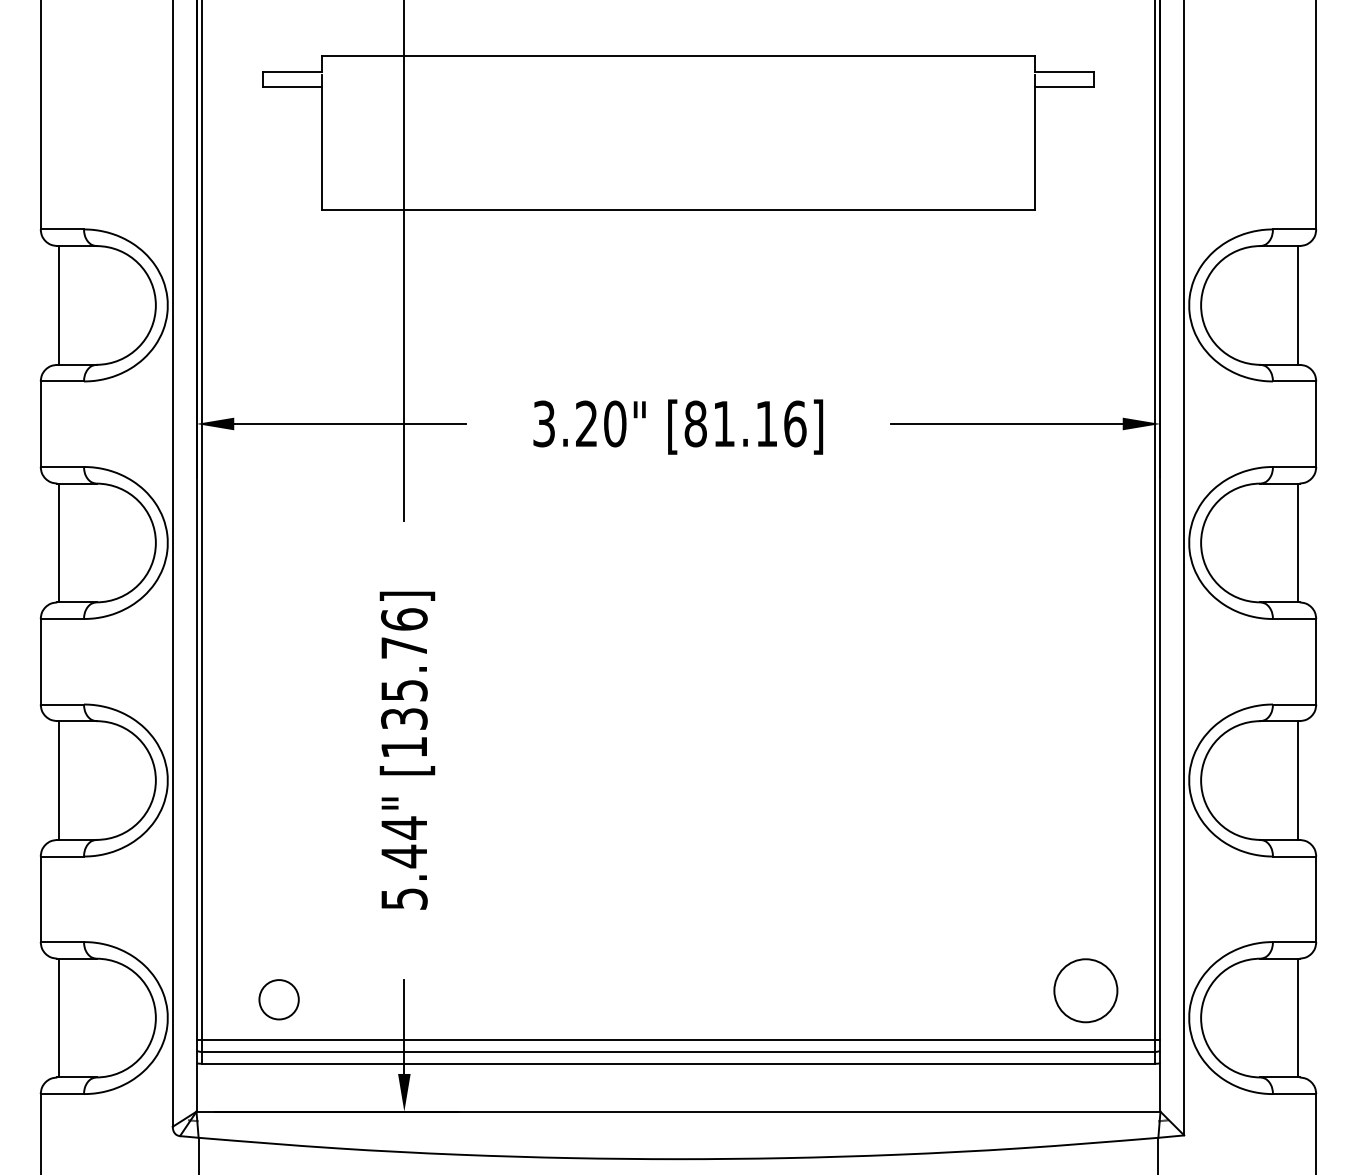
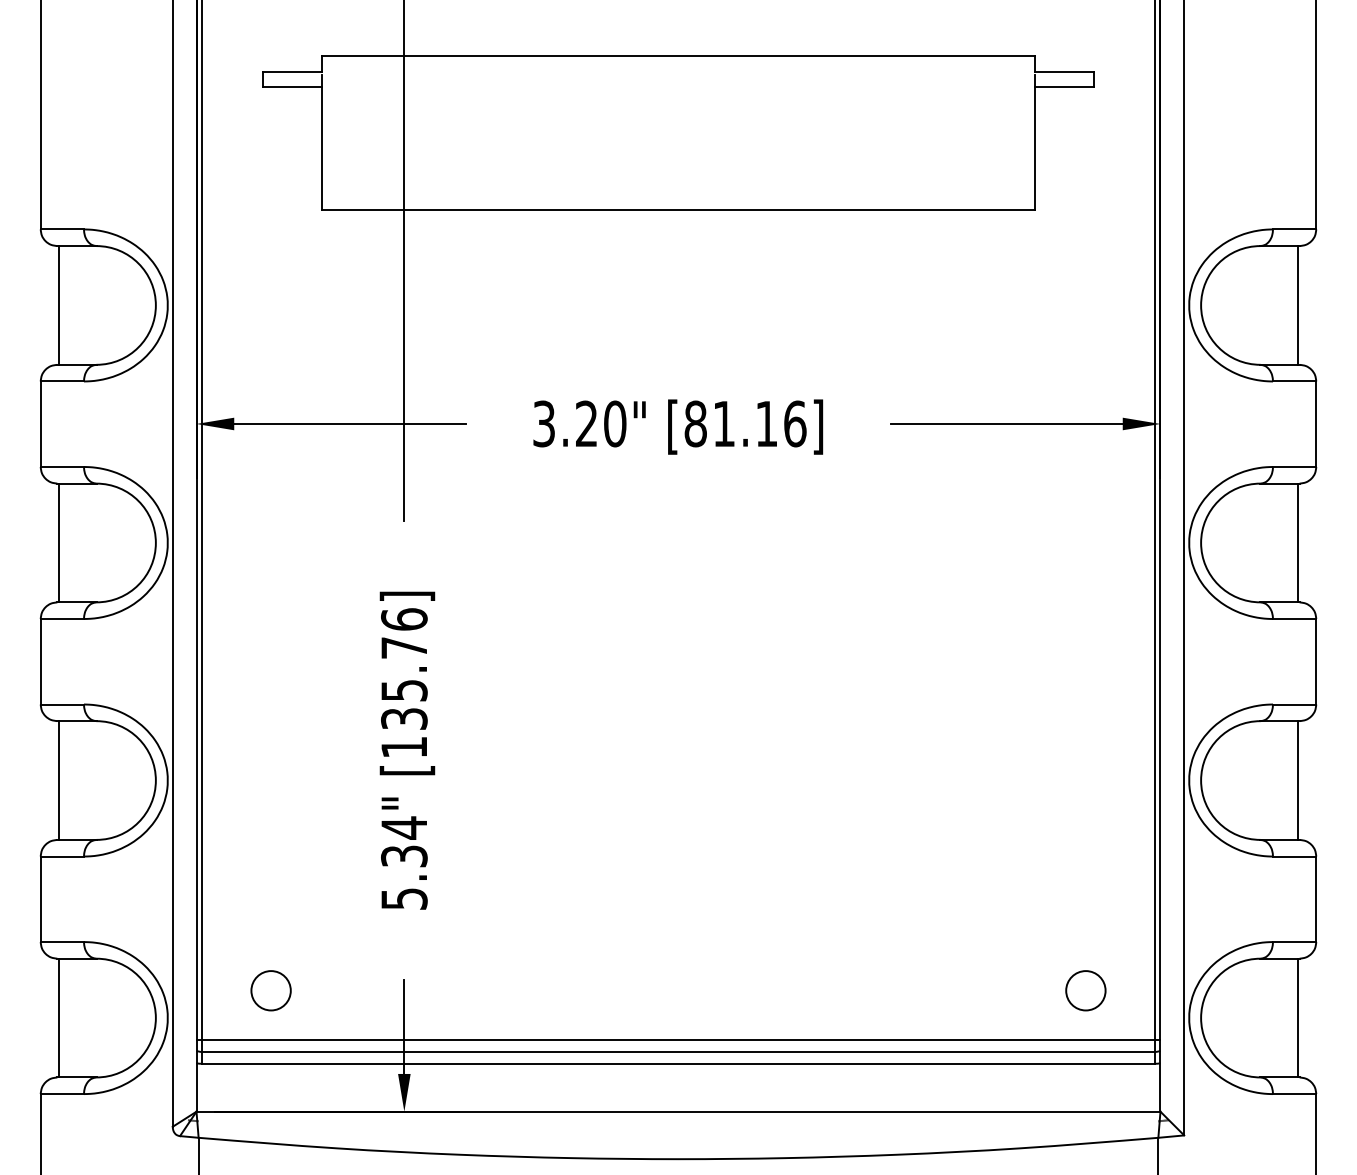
text at (404, 856): 5.44" -> 5.34"
circle at (1085, 990) diameter: 63 px -> 39 px
circle at (278, 999) position: (278, 999) -> (270, 990)
